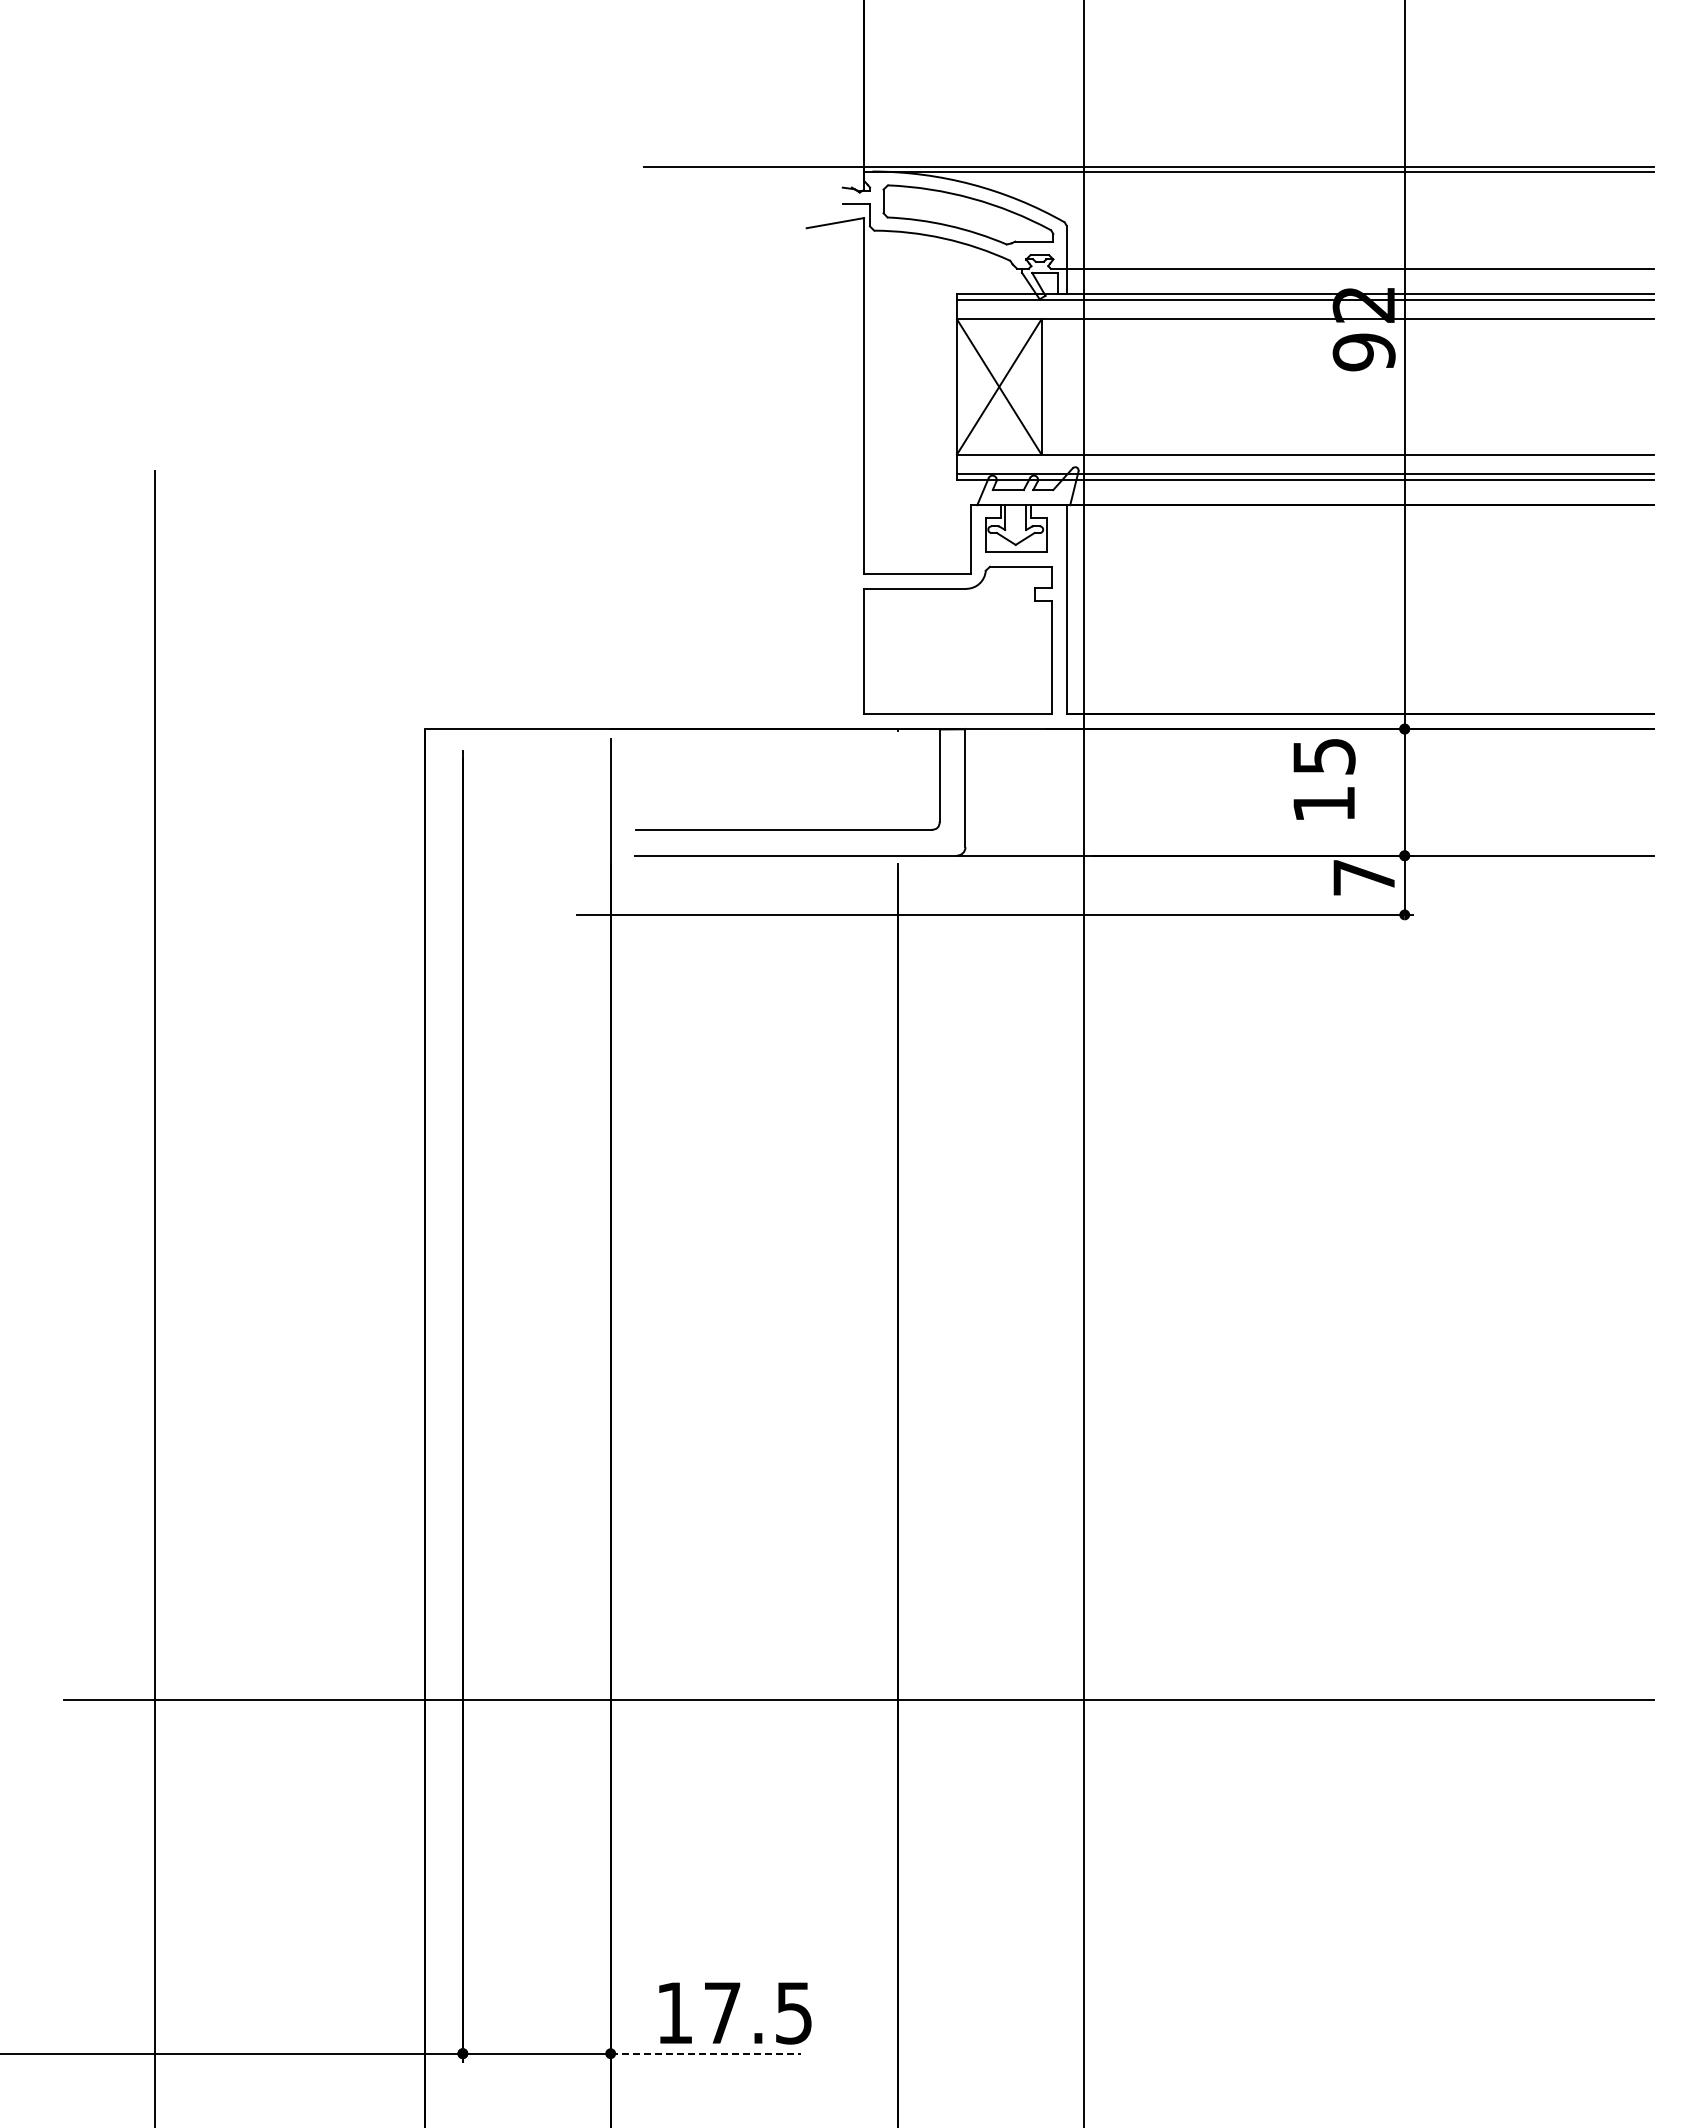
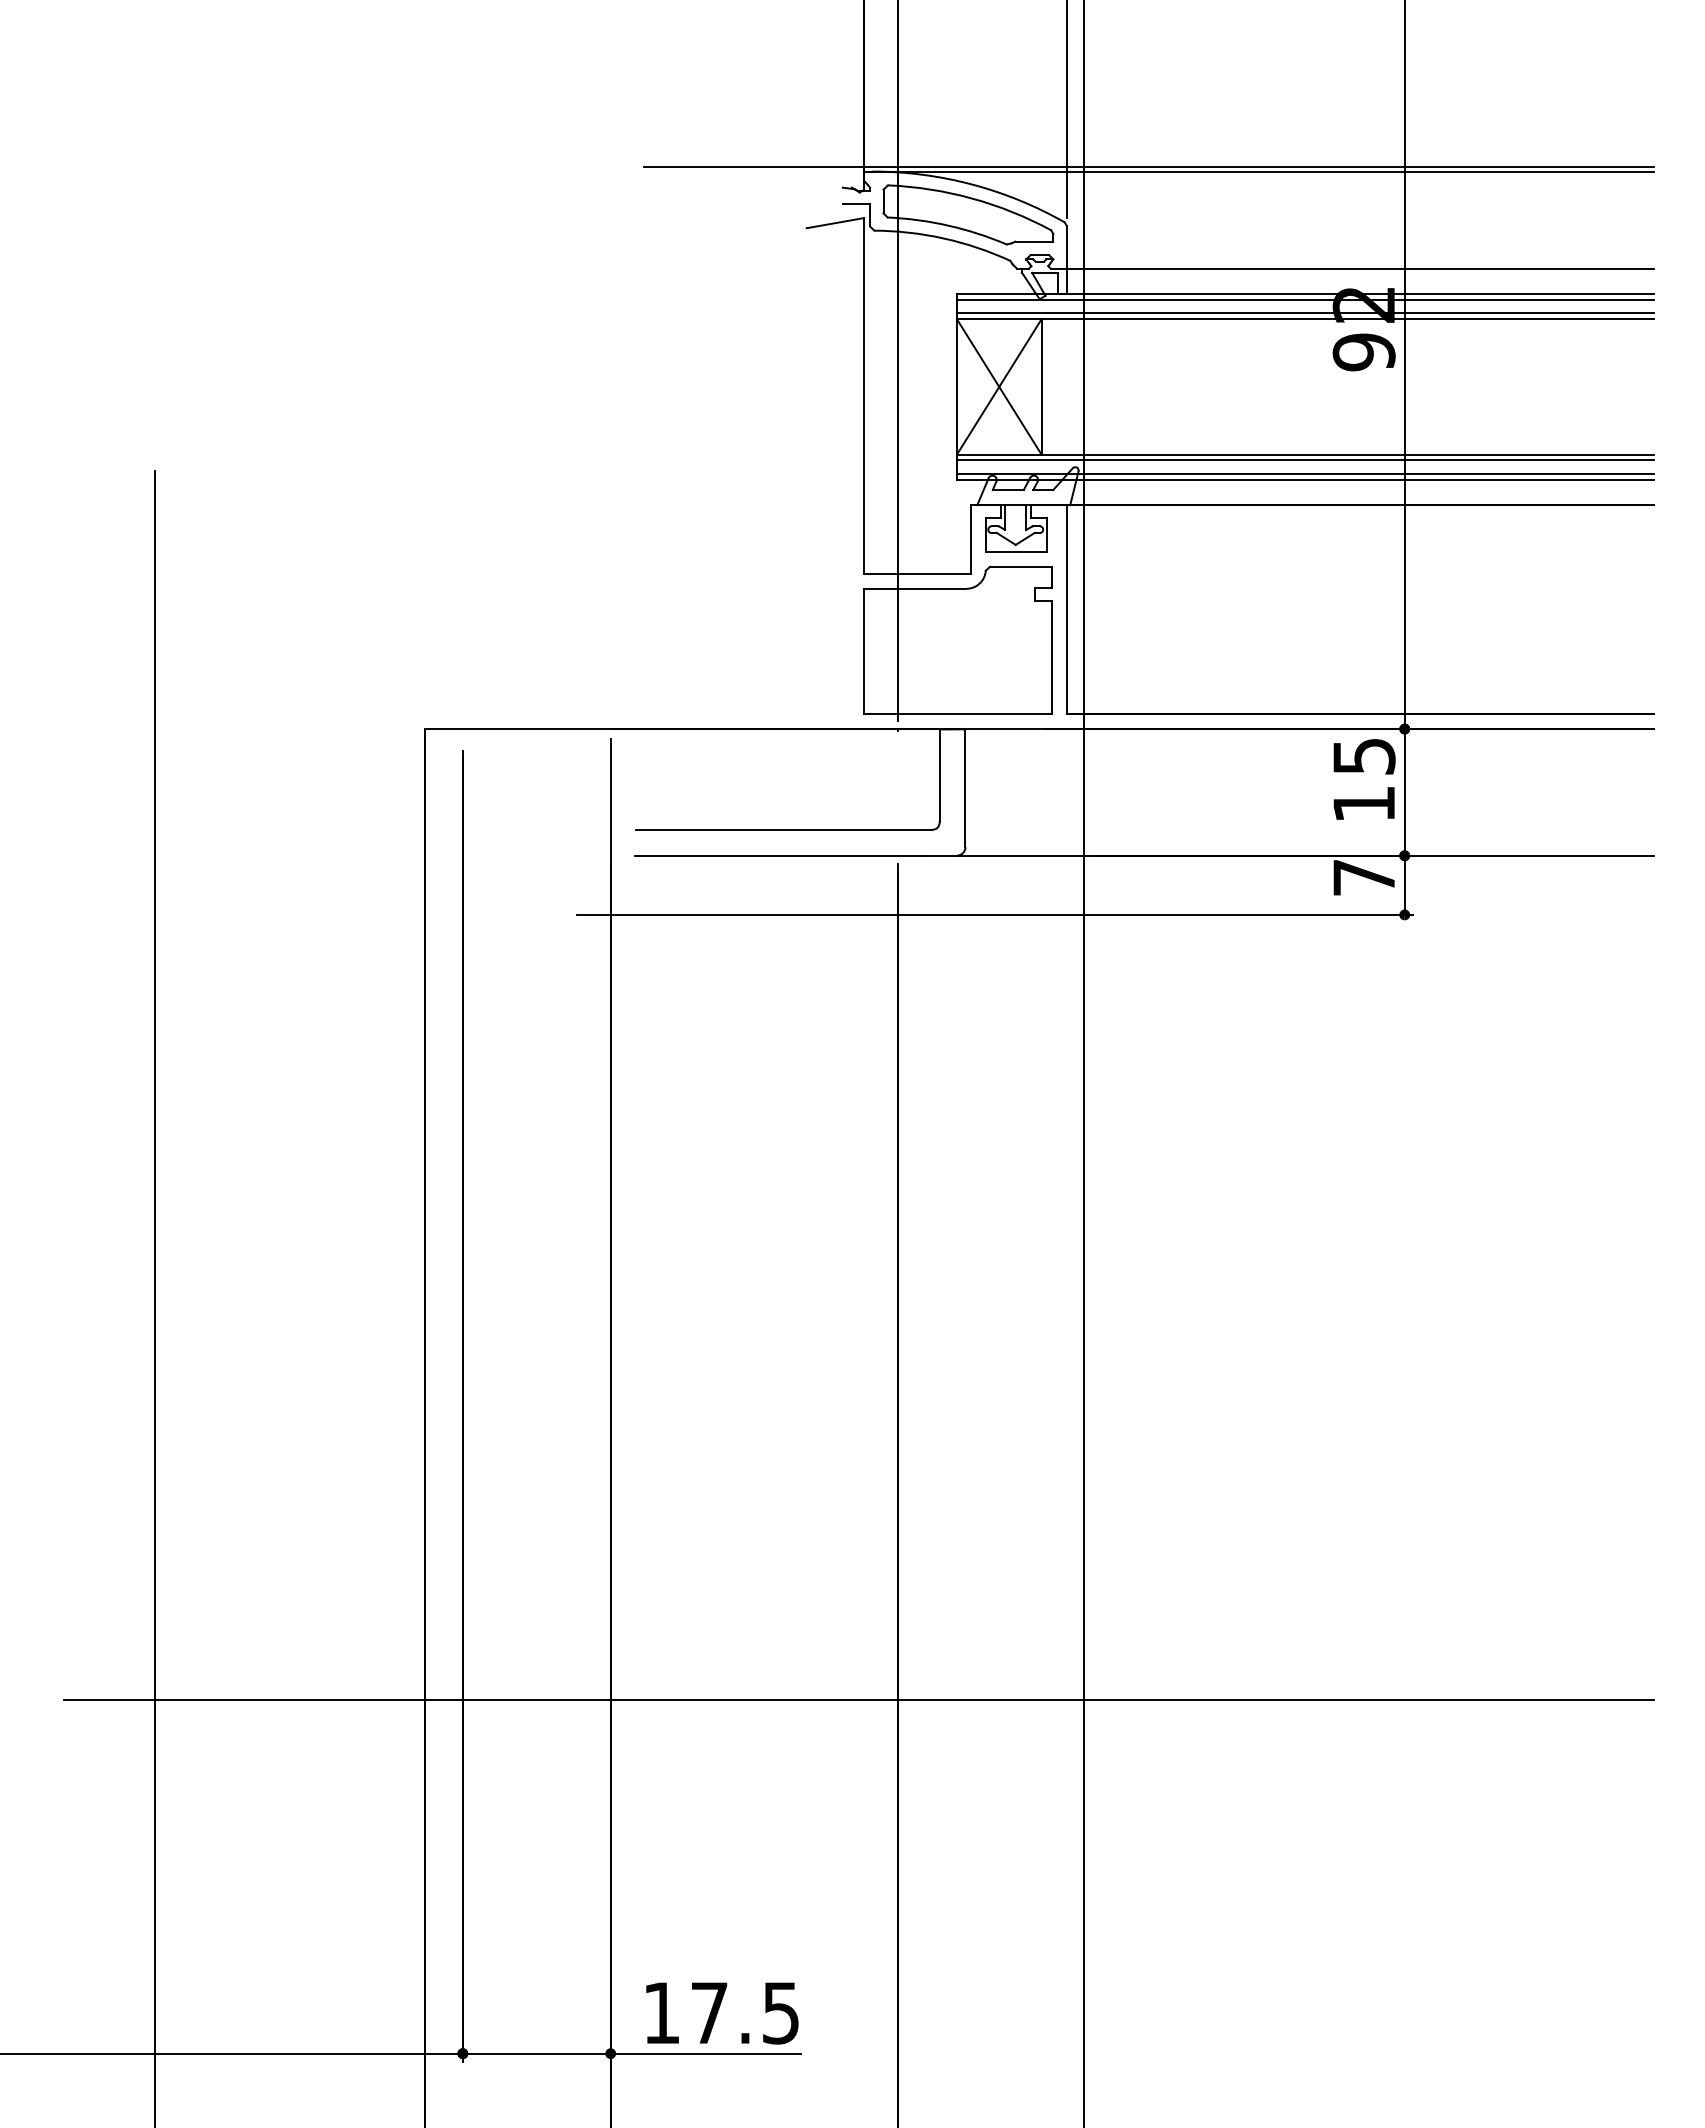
line at (1066, 109): none -> present
line at (1305, 313): none -> present
line at (897, 361): none -> present
line at (1305, 460): none -> present
text at (1324, 779) position: (1324, 779) -> (1364, 779)
text at (735, 2013) position: (735, 2013) -> (722, 2013)
line at (705, 2053): dashed -> solid
